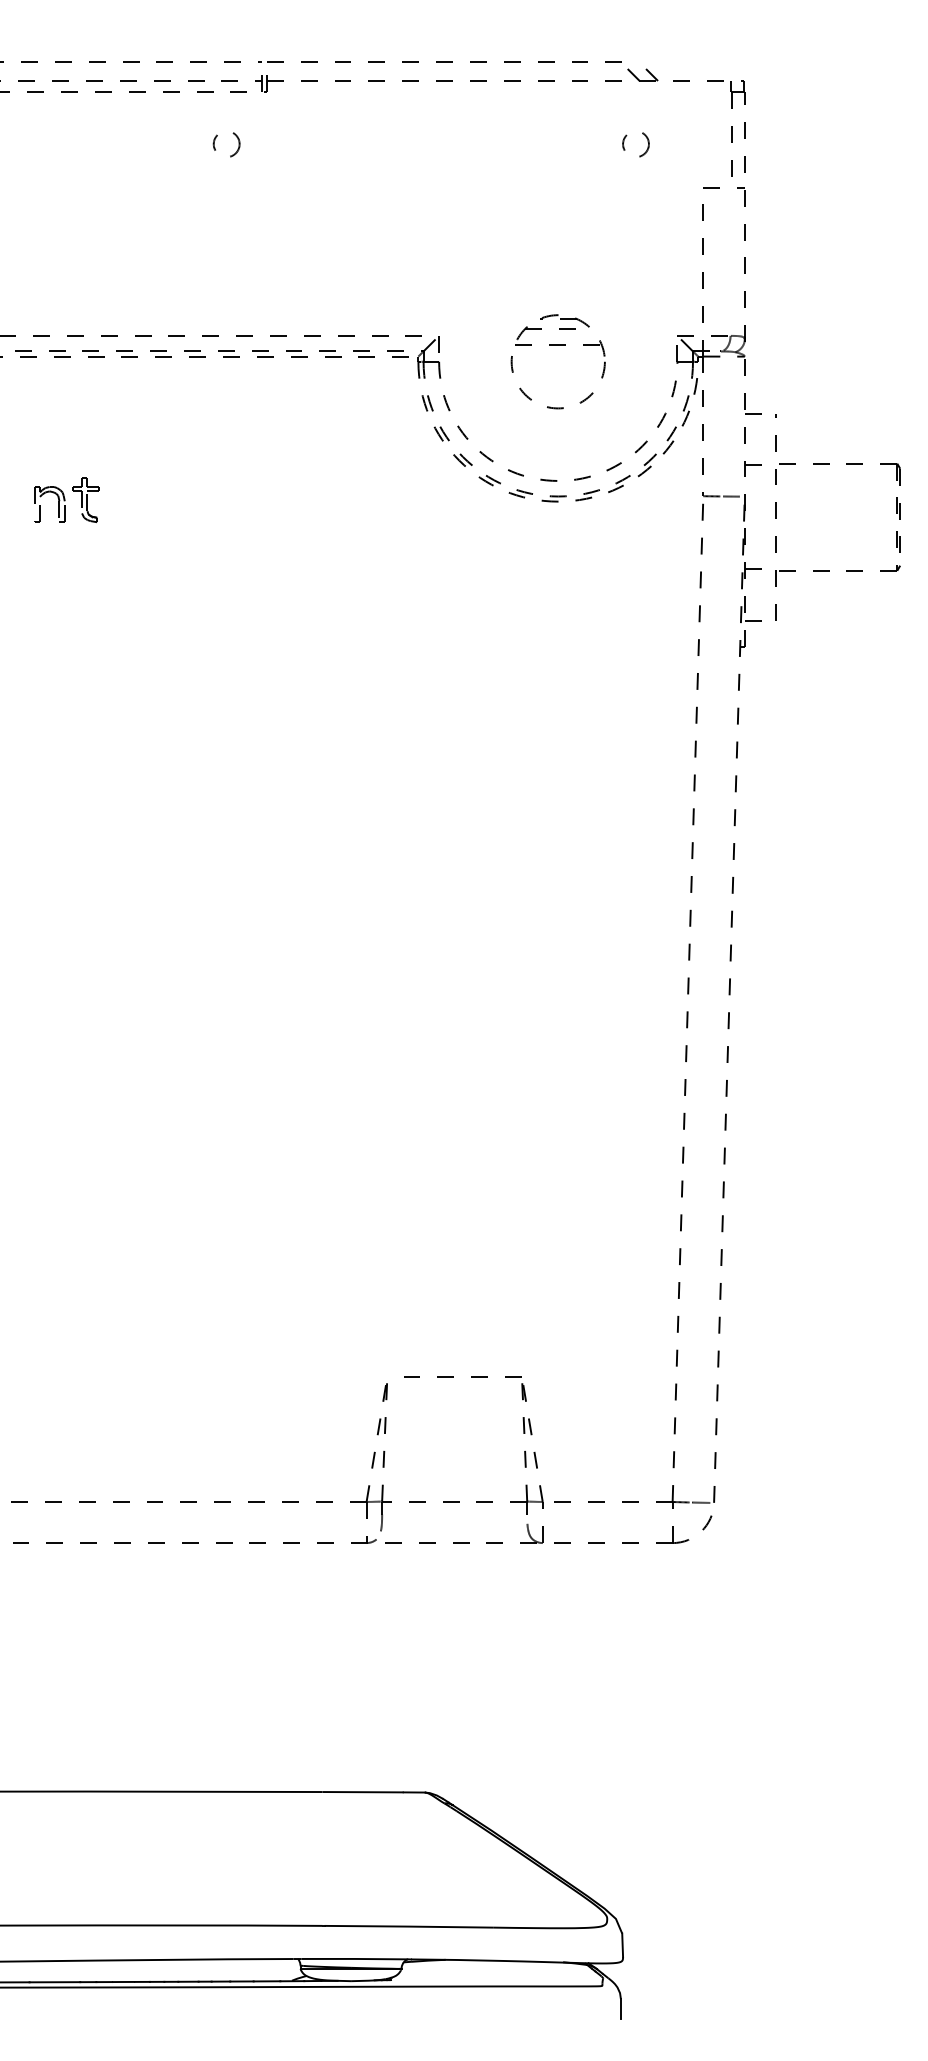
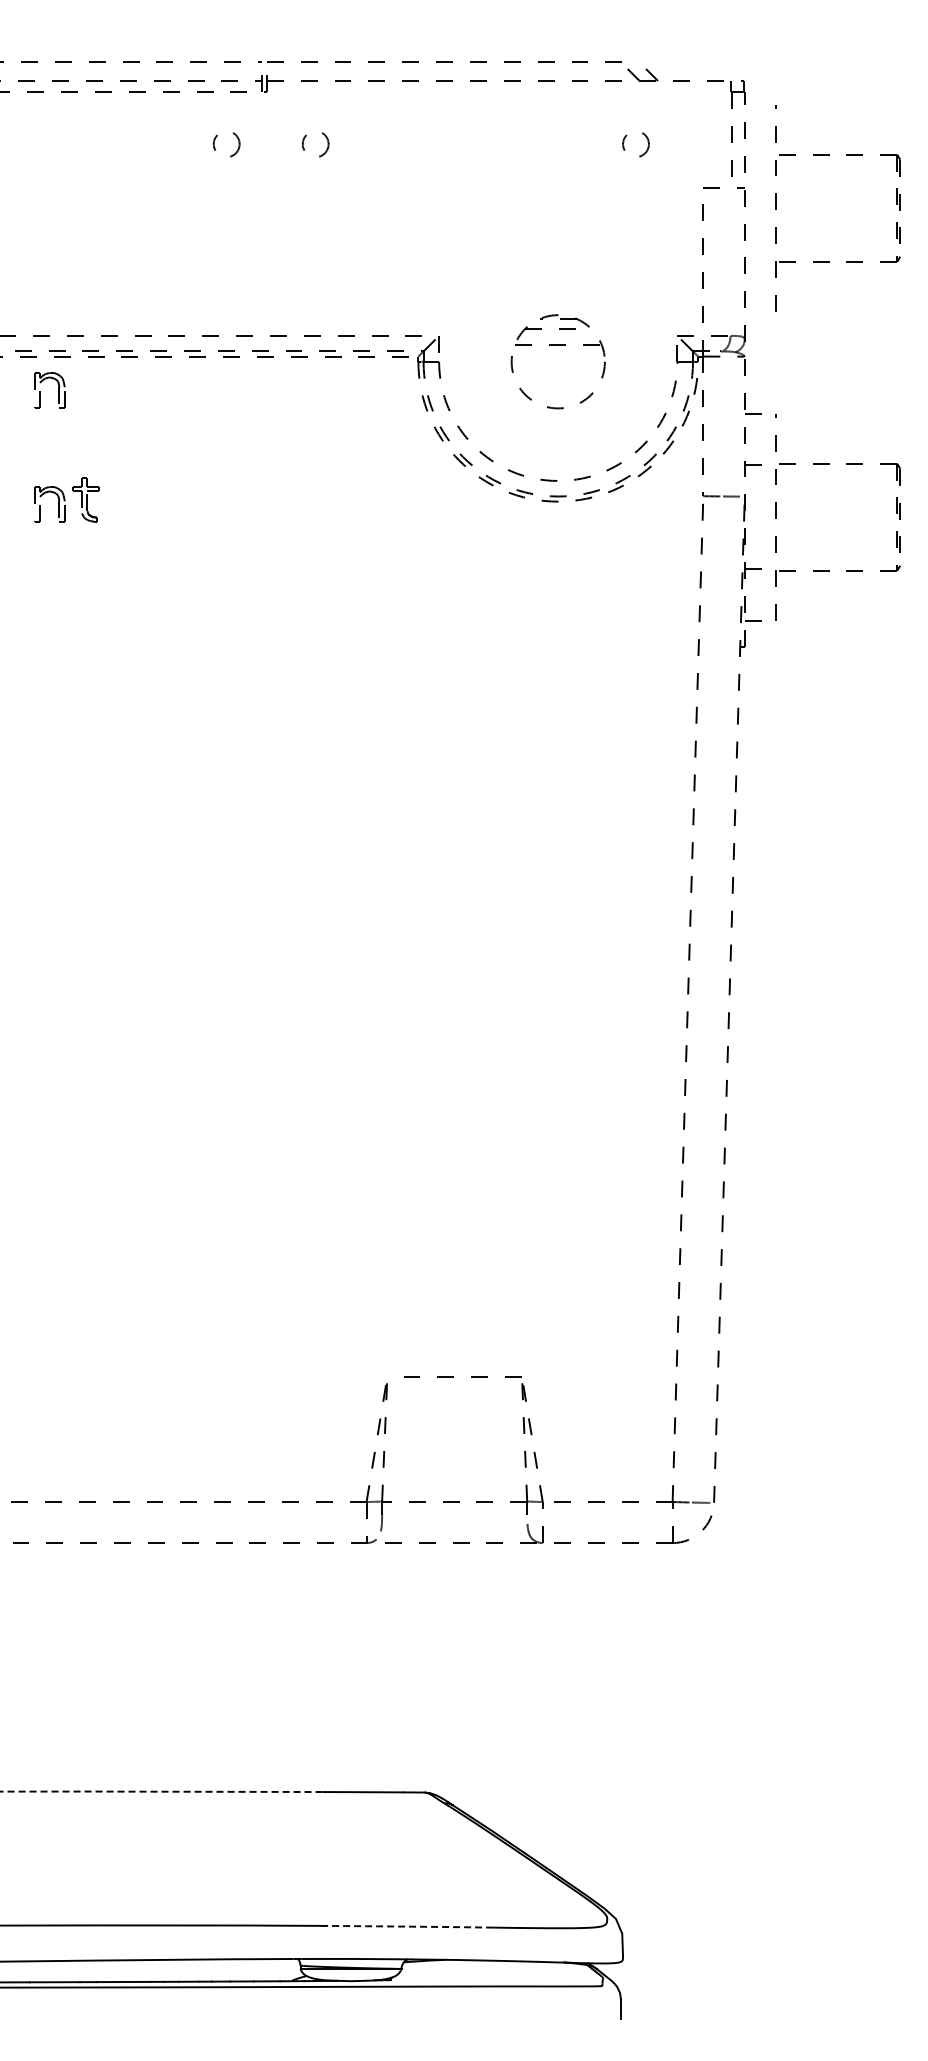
circle at (315, 144): none -> present
part at (829, 155): none -> present
part at (58, 390): none -> present
line at (160, 1791): solid -> dashed
arc at (408, 1926): solid -> dashed
